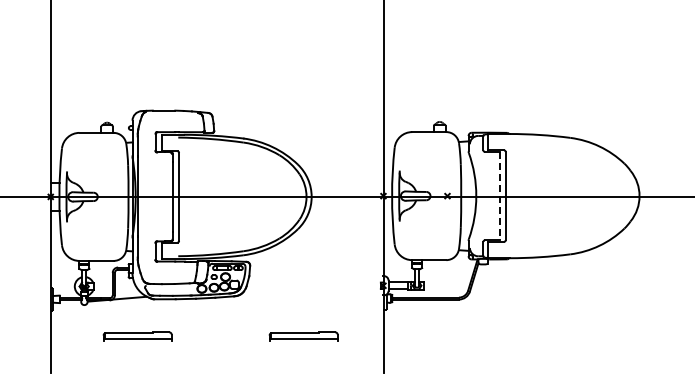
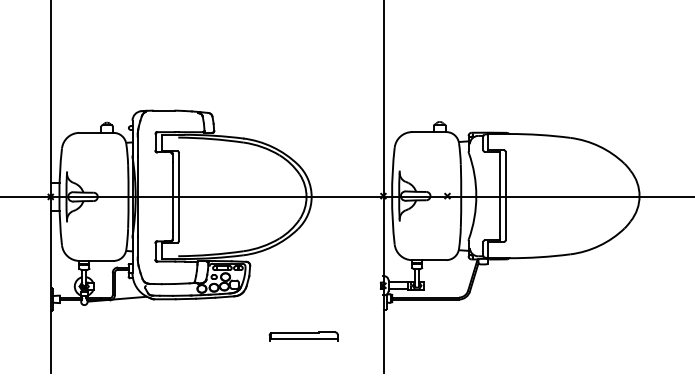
line at (500, 196): dashed -> solid
part at (137, 336): present -> none
